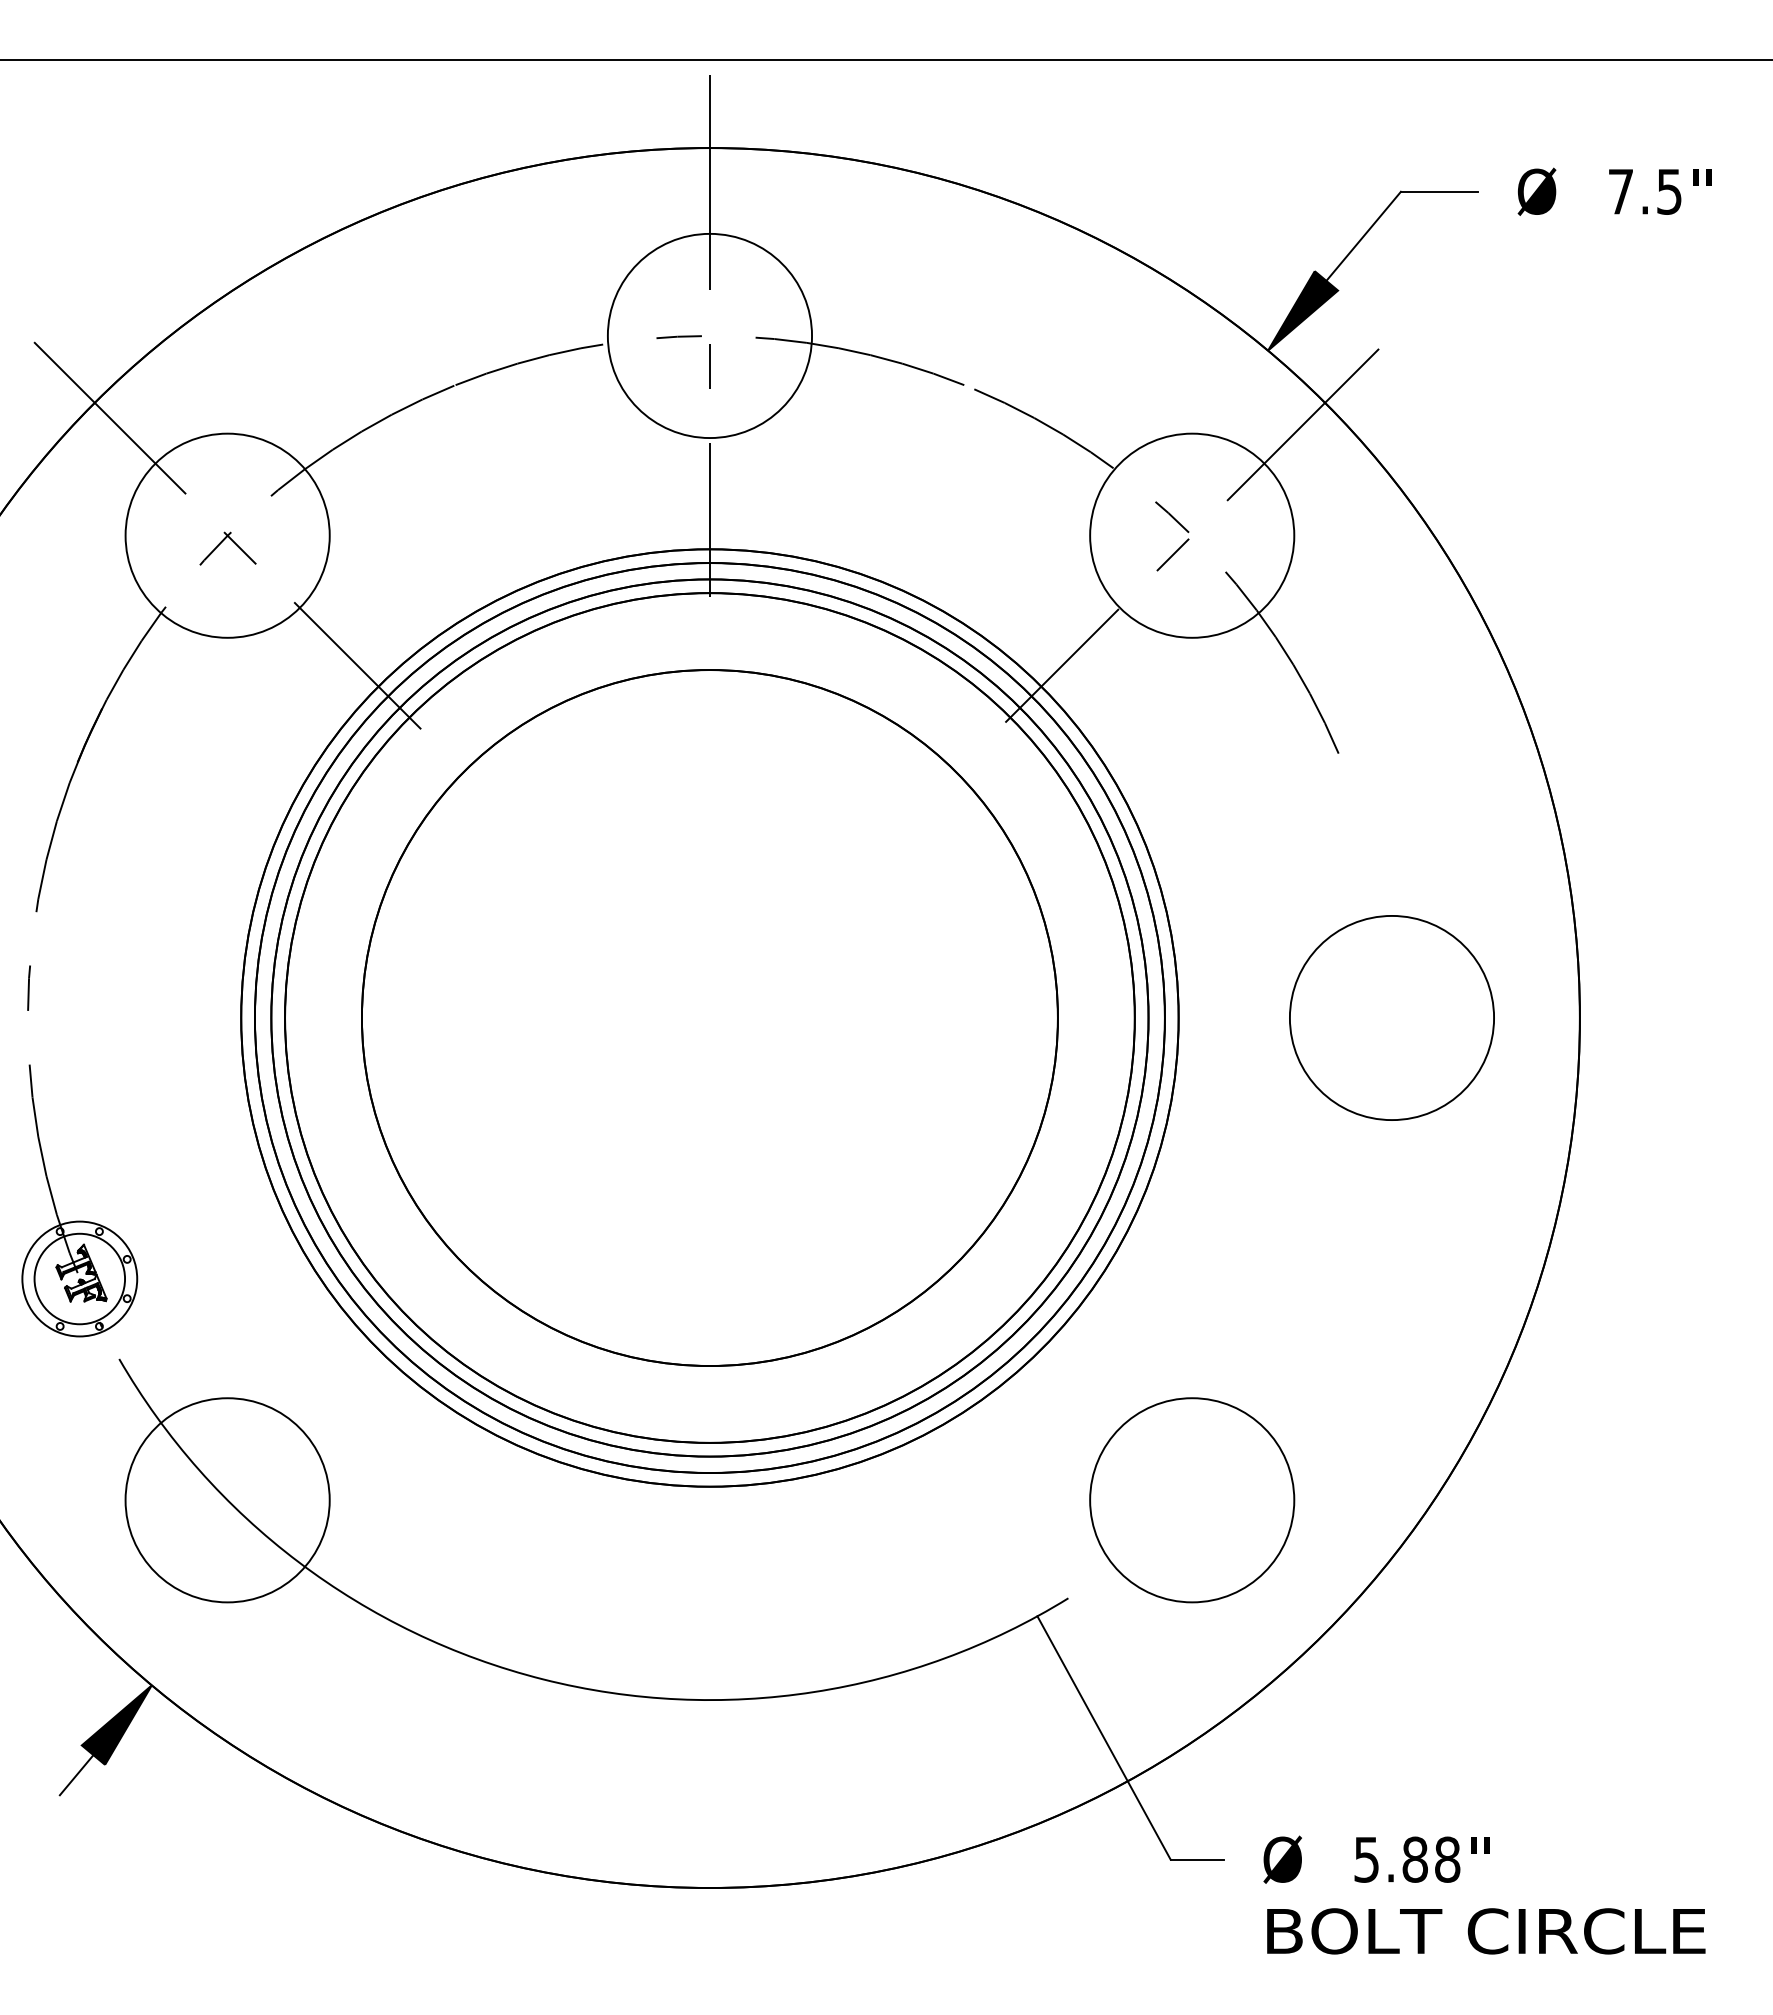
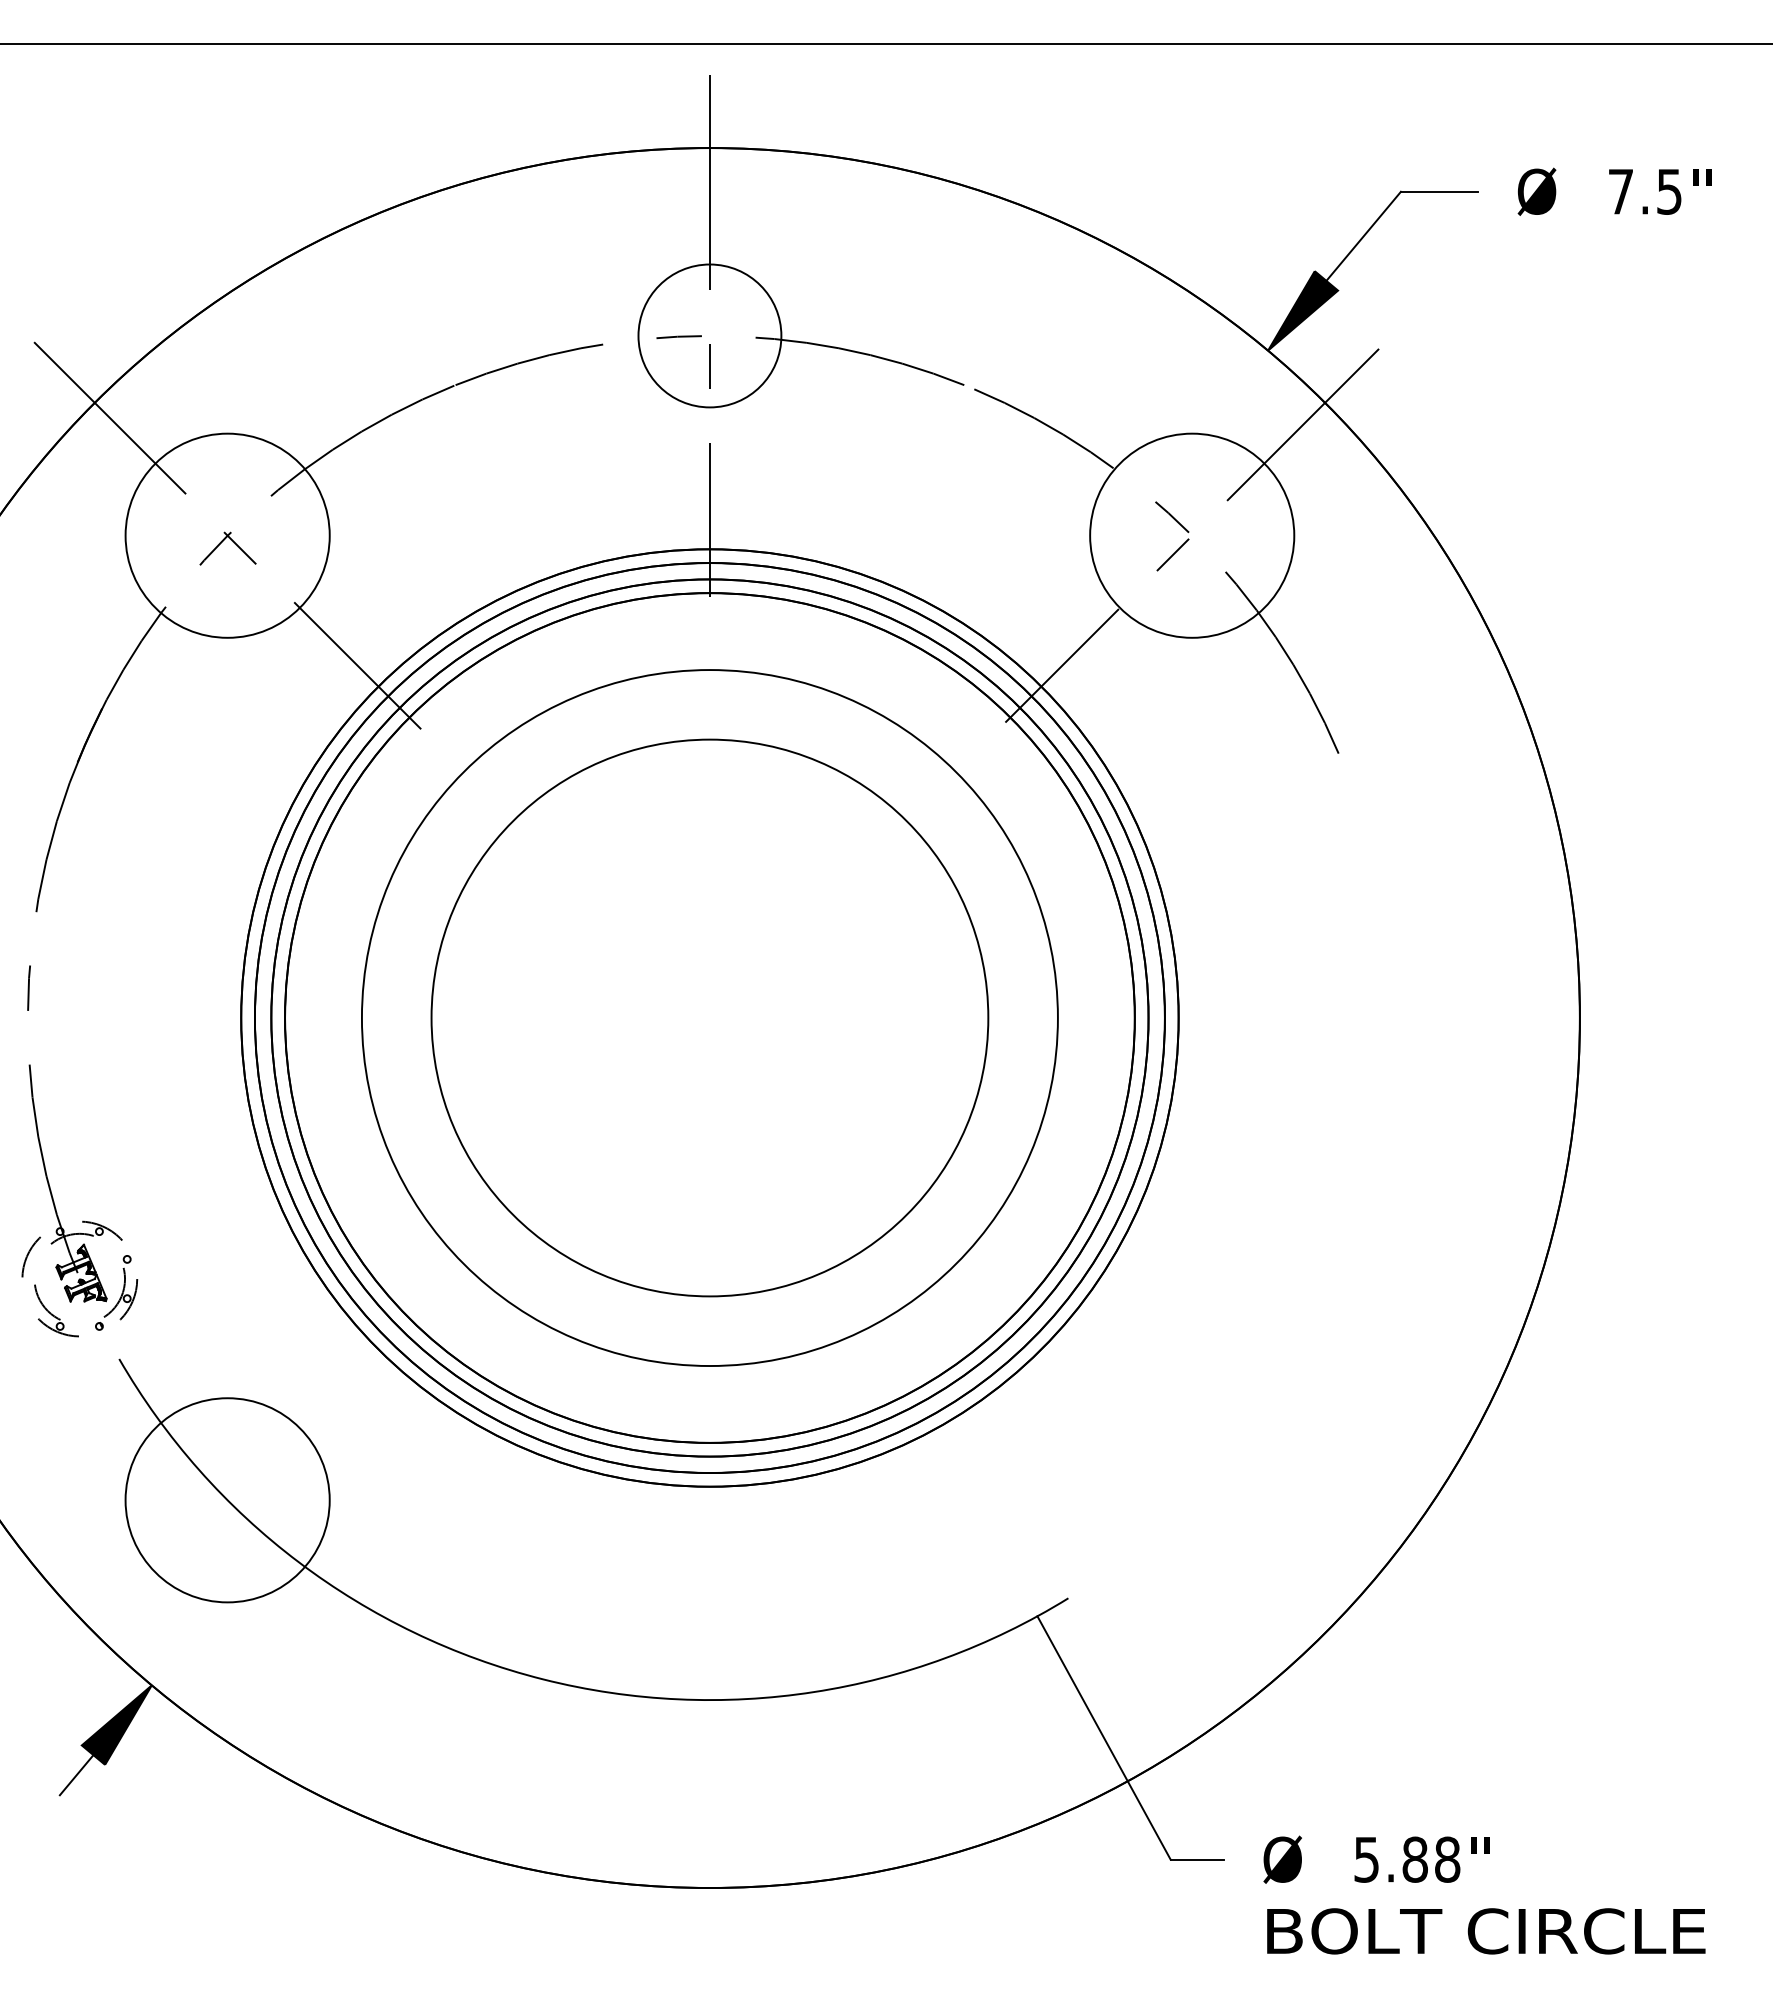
line at (885, 60) position: (885, 60) -> (885, 44)
circle at (709, 335) diameter: 204 px -> 143 px
circle at (1391, 1017): present -> none
circle at (709, 1018) diameter: 696 px -> 557 px
circle at (79, 1278): solid -> dashed
circle at (79, 1278): solid -> dashed
circle at (1192, 1500): present -> none
